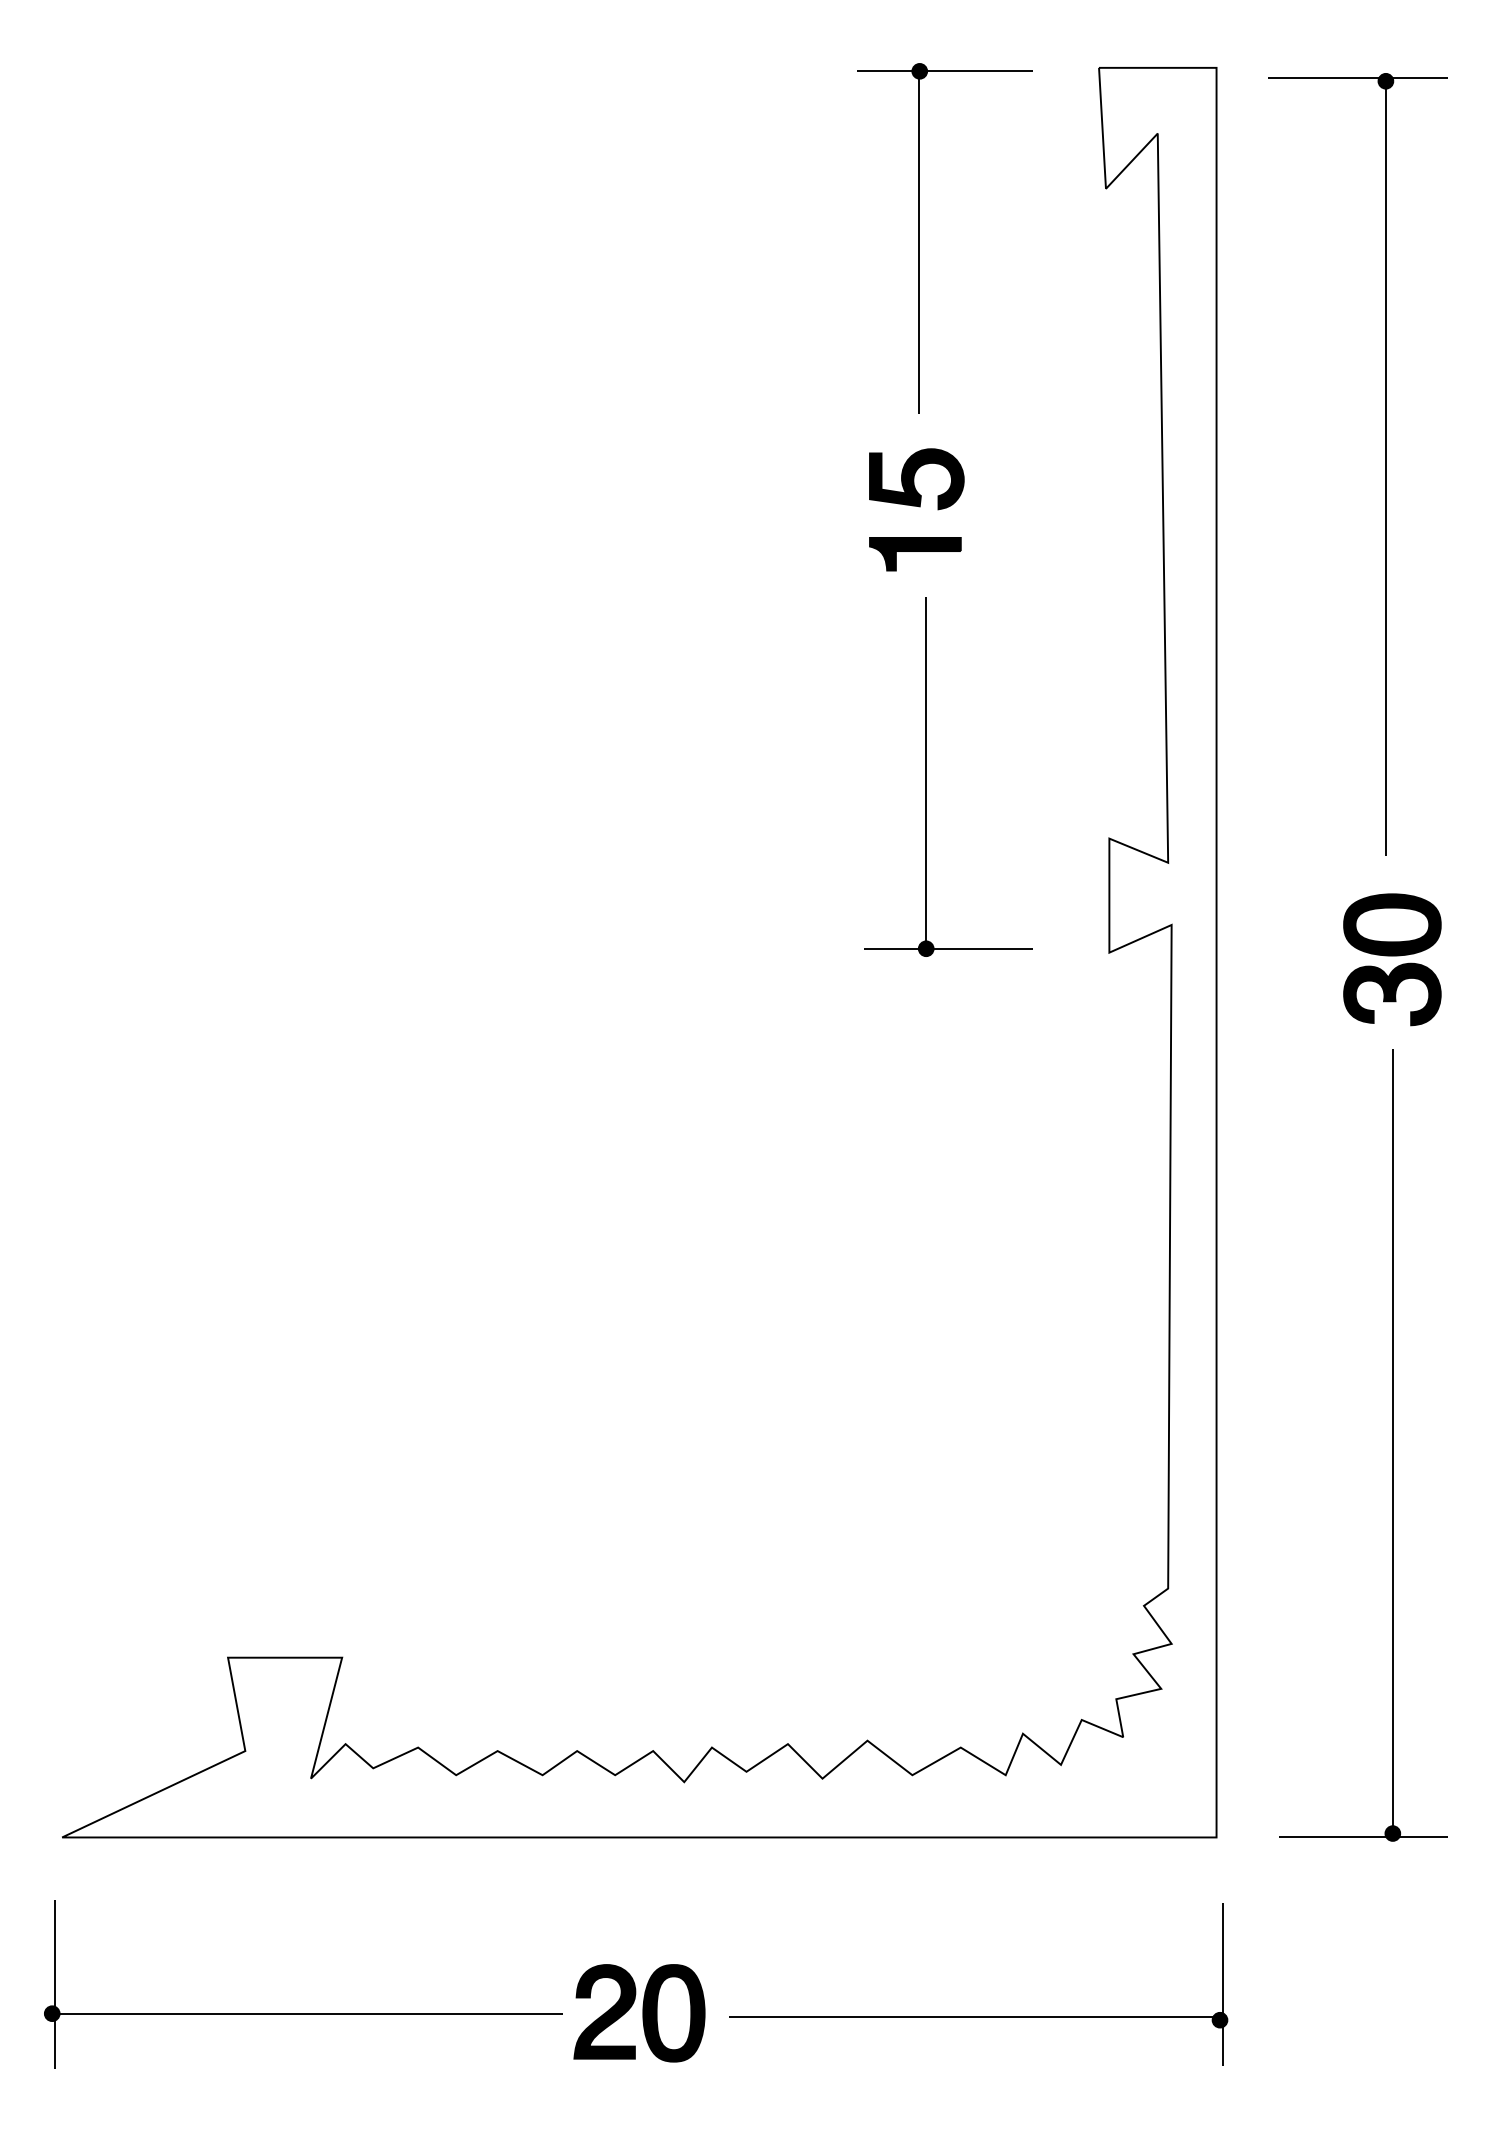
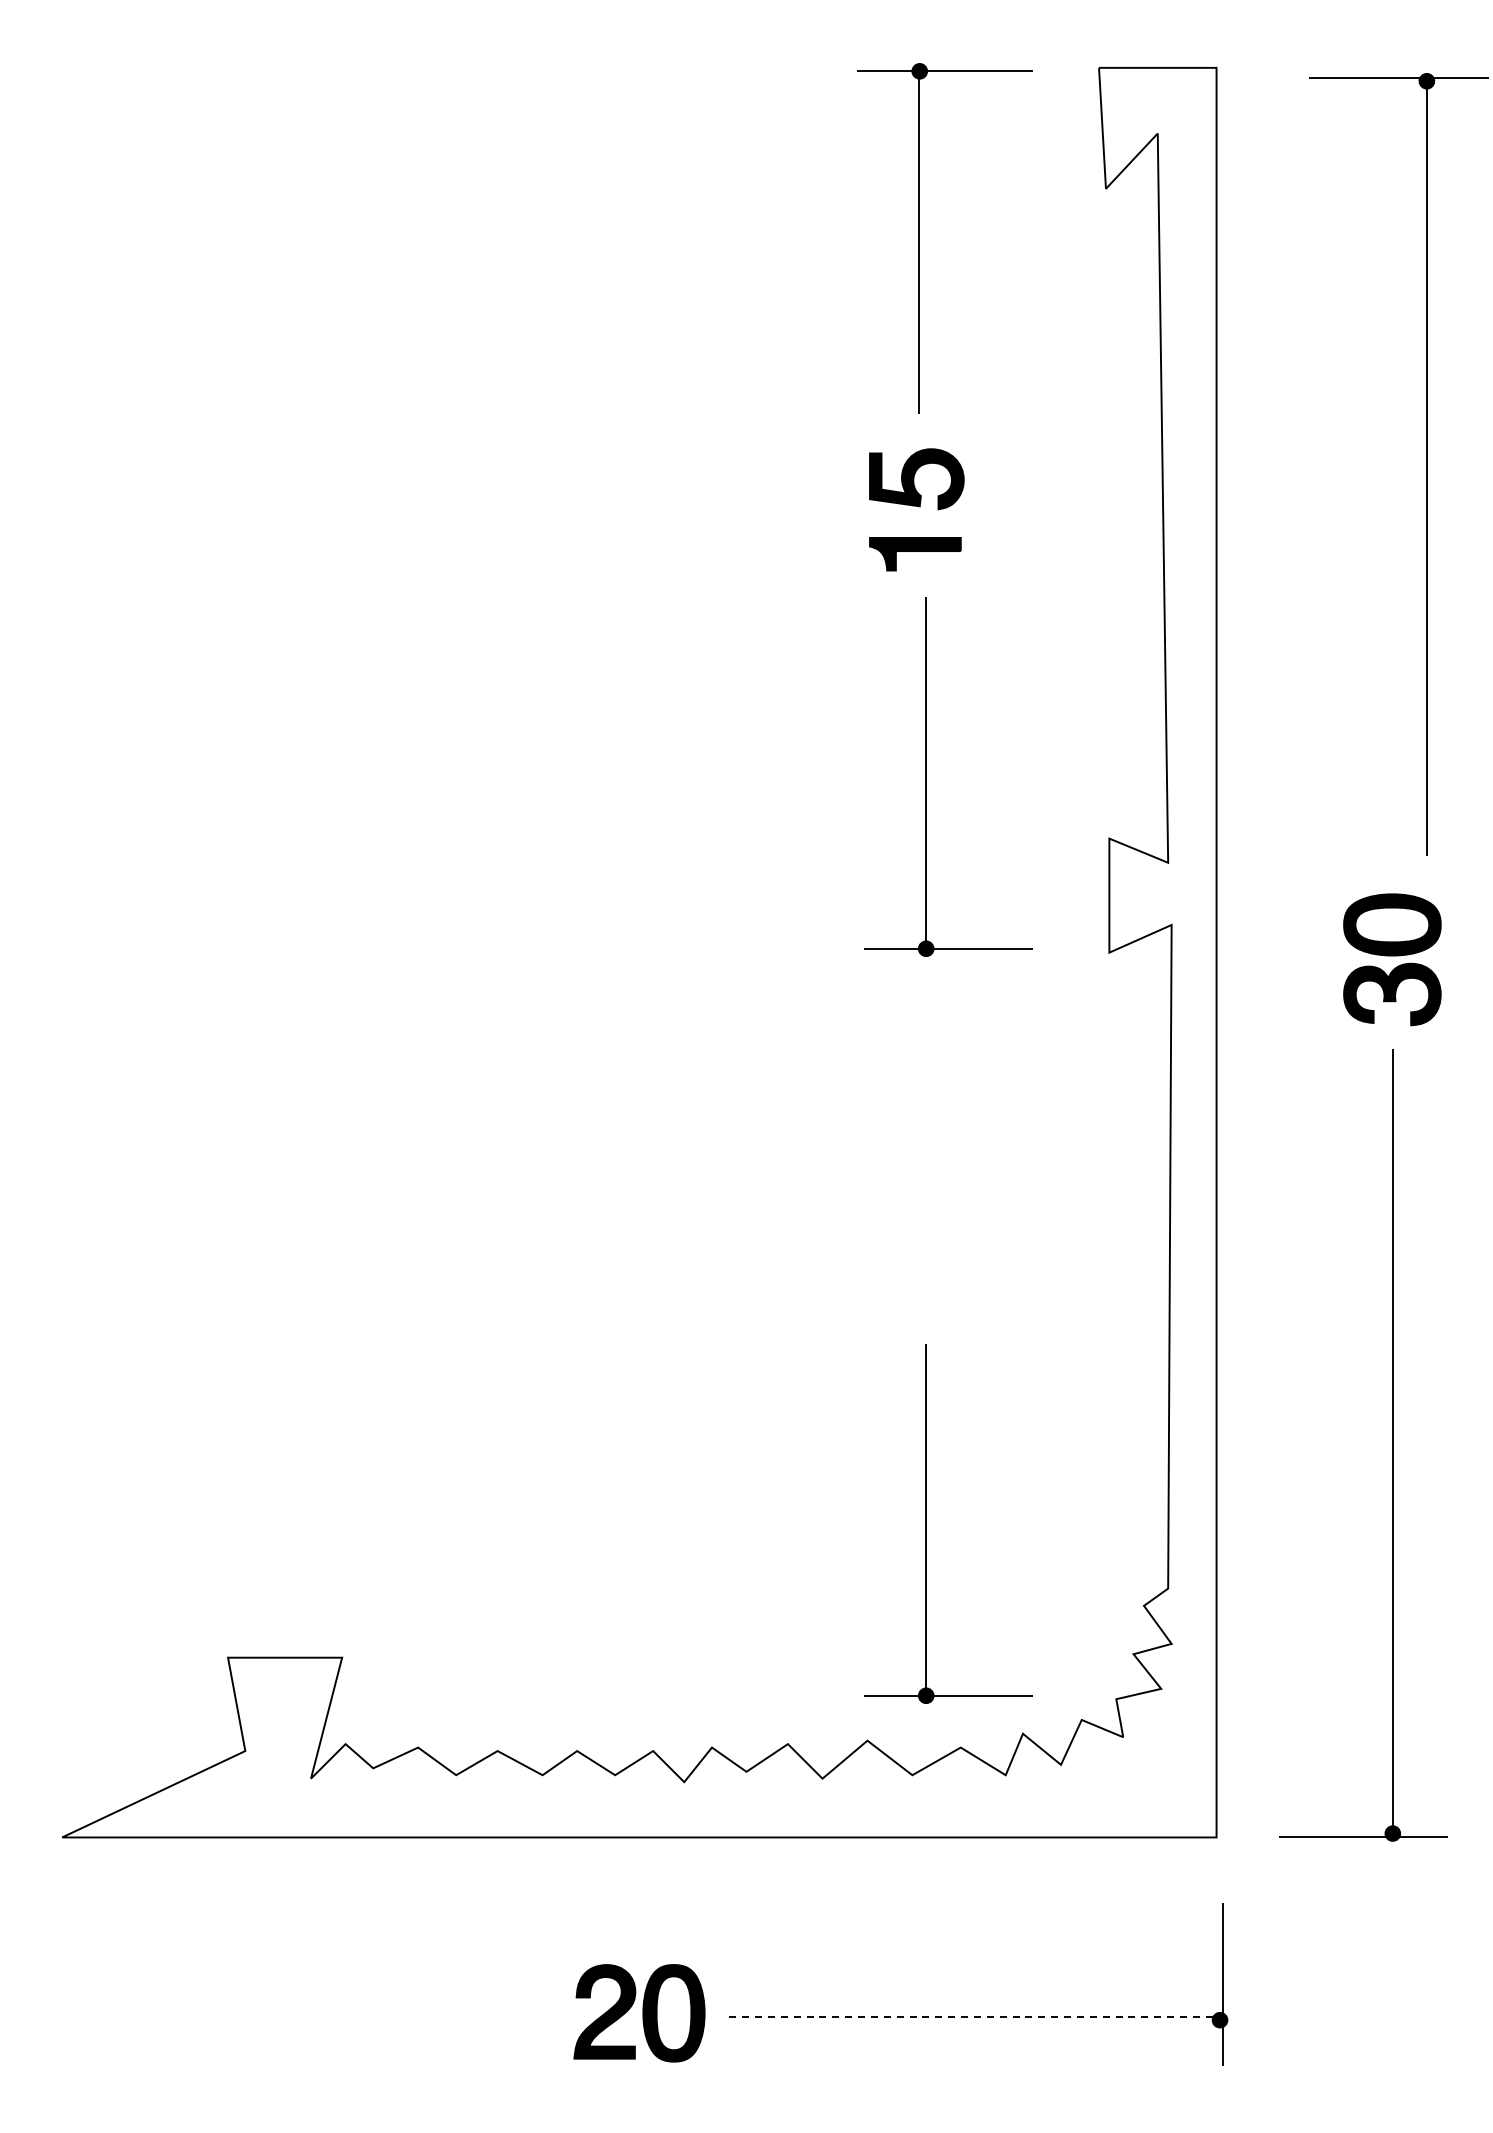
part at (1385, 464) position: (1385, 464) -> (1426, 464)
part at (926, 1523): none -> present
part at (303, 2013): present -> none
line at (975, 2017): solid -> dashed
